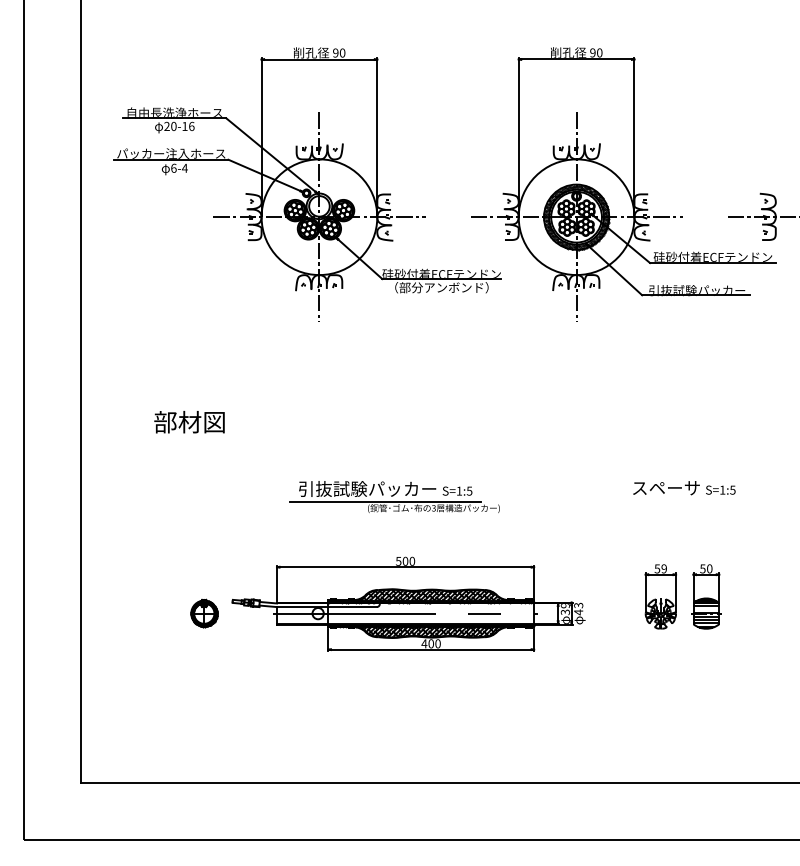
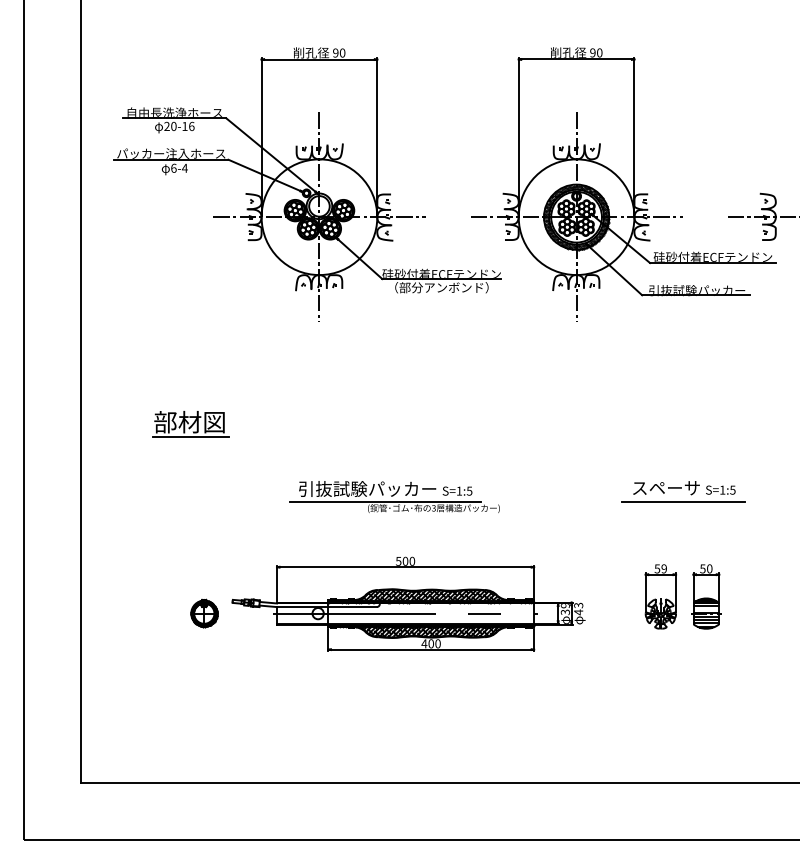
line at (190, 437): none -> present
line at (683, 501): none -> present
